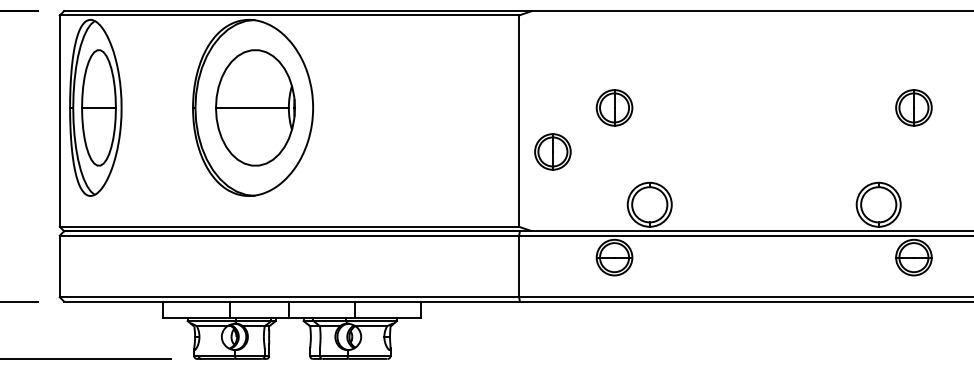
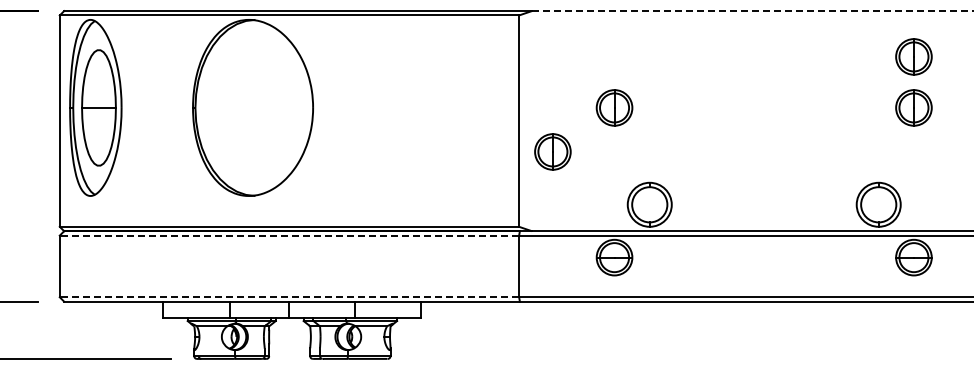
line at (752, 11): solid -> dashed
part at (913, 56): none -> present
part at (255, 107): present -> none
line at (289, 235): solid -> dashed
line at (289, 297): solid -> dashed
